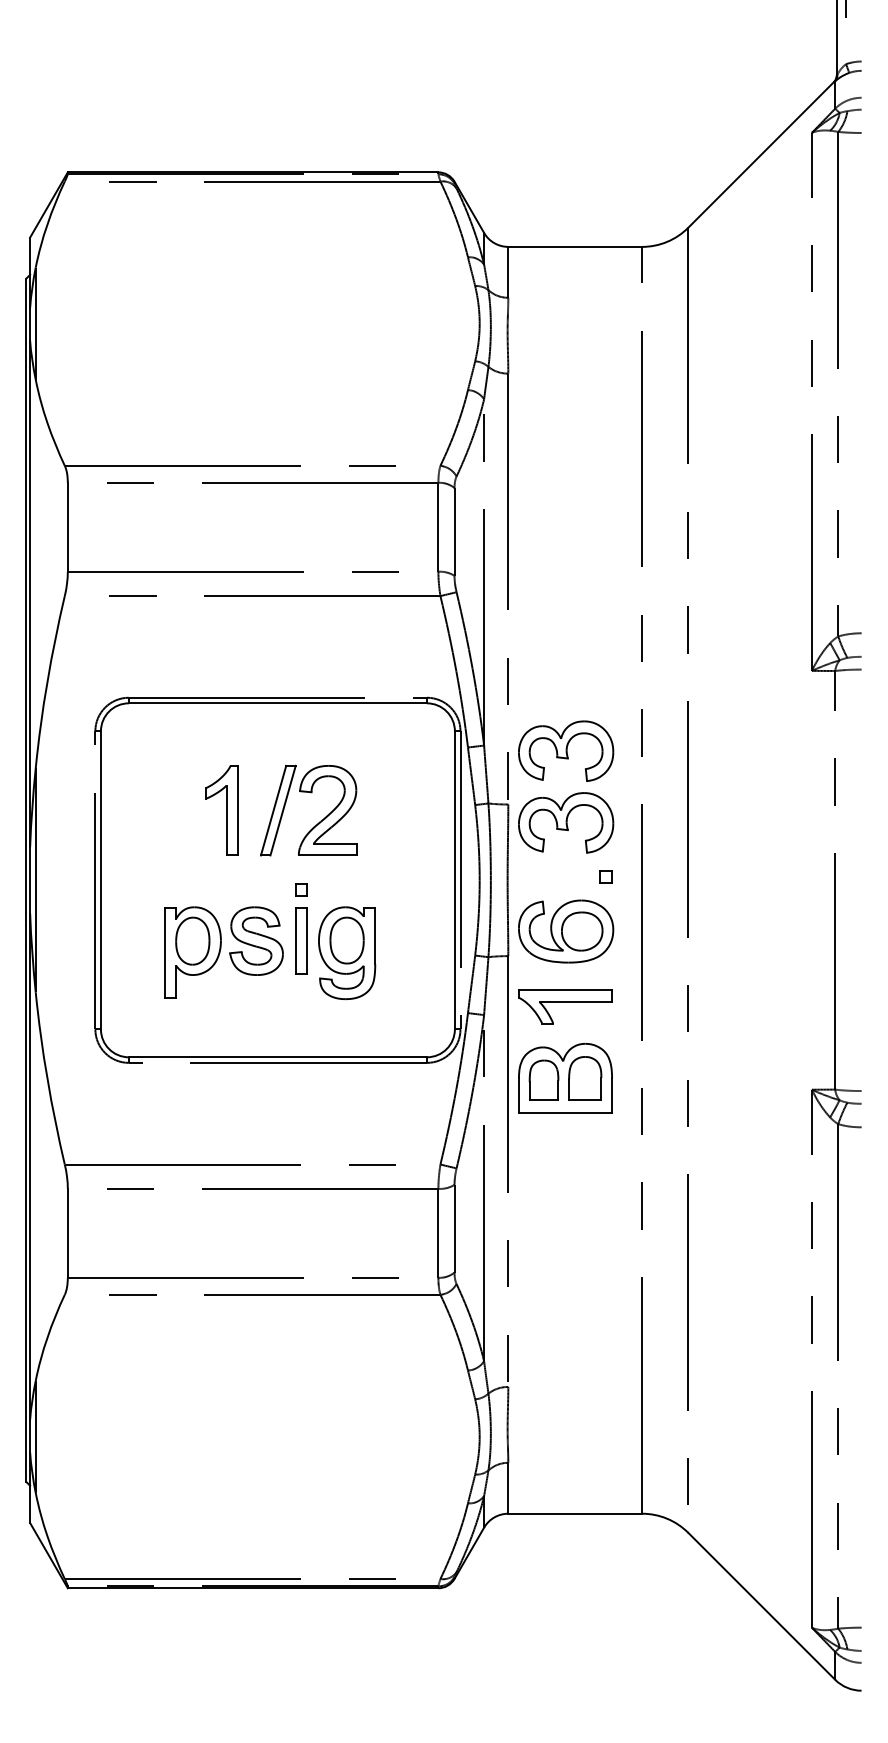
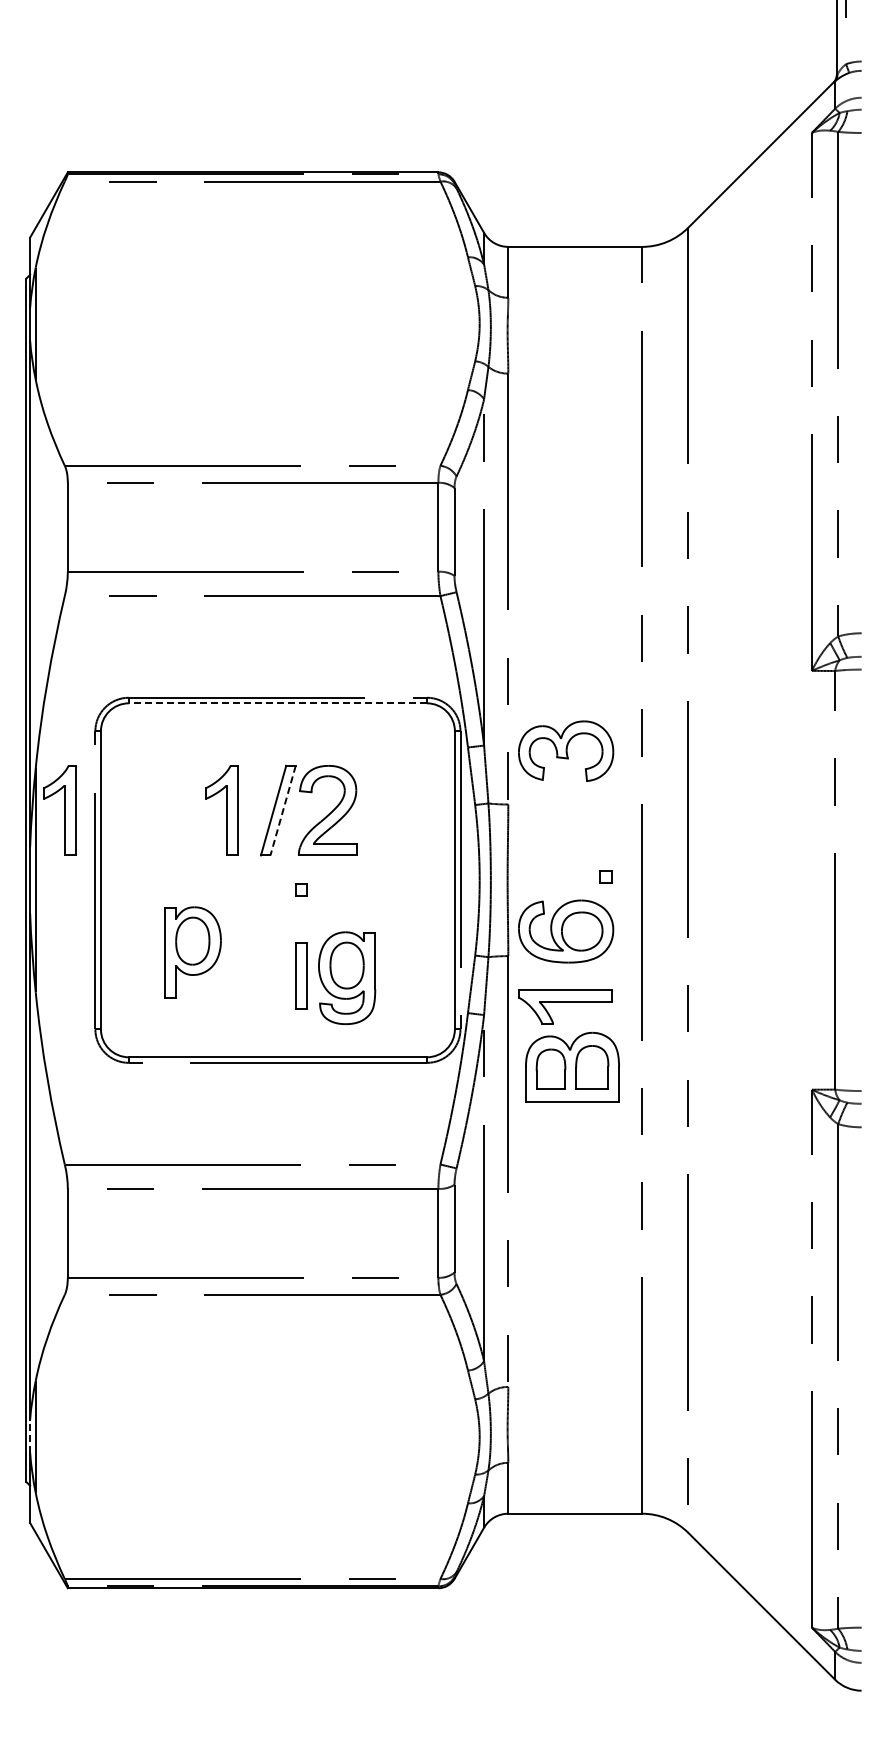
line at (277, 703): solid -> dashed
part at (59, 810): none -> present
line at (283, 810): solid -> dashed
part at (566, 822): present -> none
part at (256, 940): present -> none
part at (301, 940) position: (301, 940) -> (301, 975)
part at (347, 953) position: (347, 953) -> (347, 978)
part at (565, 1077) position: (565, 1077) -> (572, 1066)
line at (30, 1436): solid -> dashed
